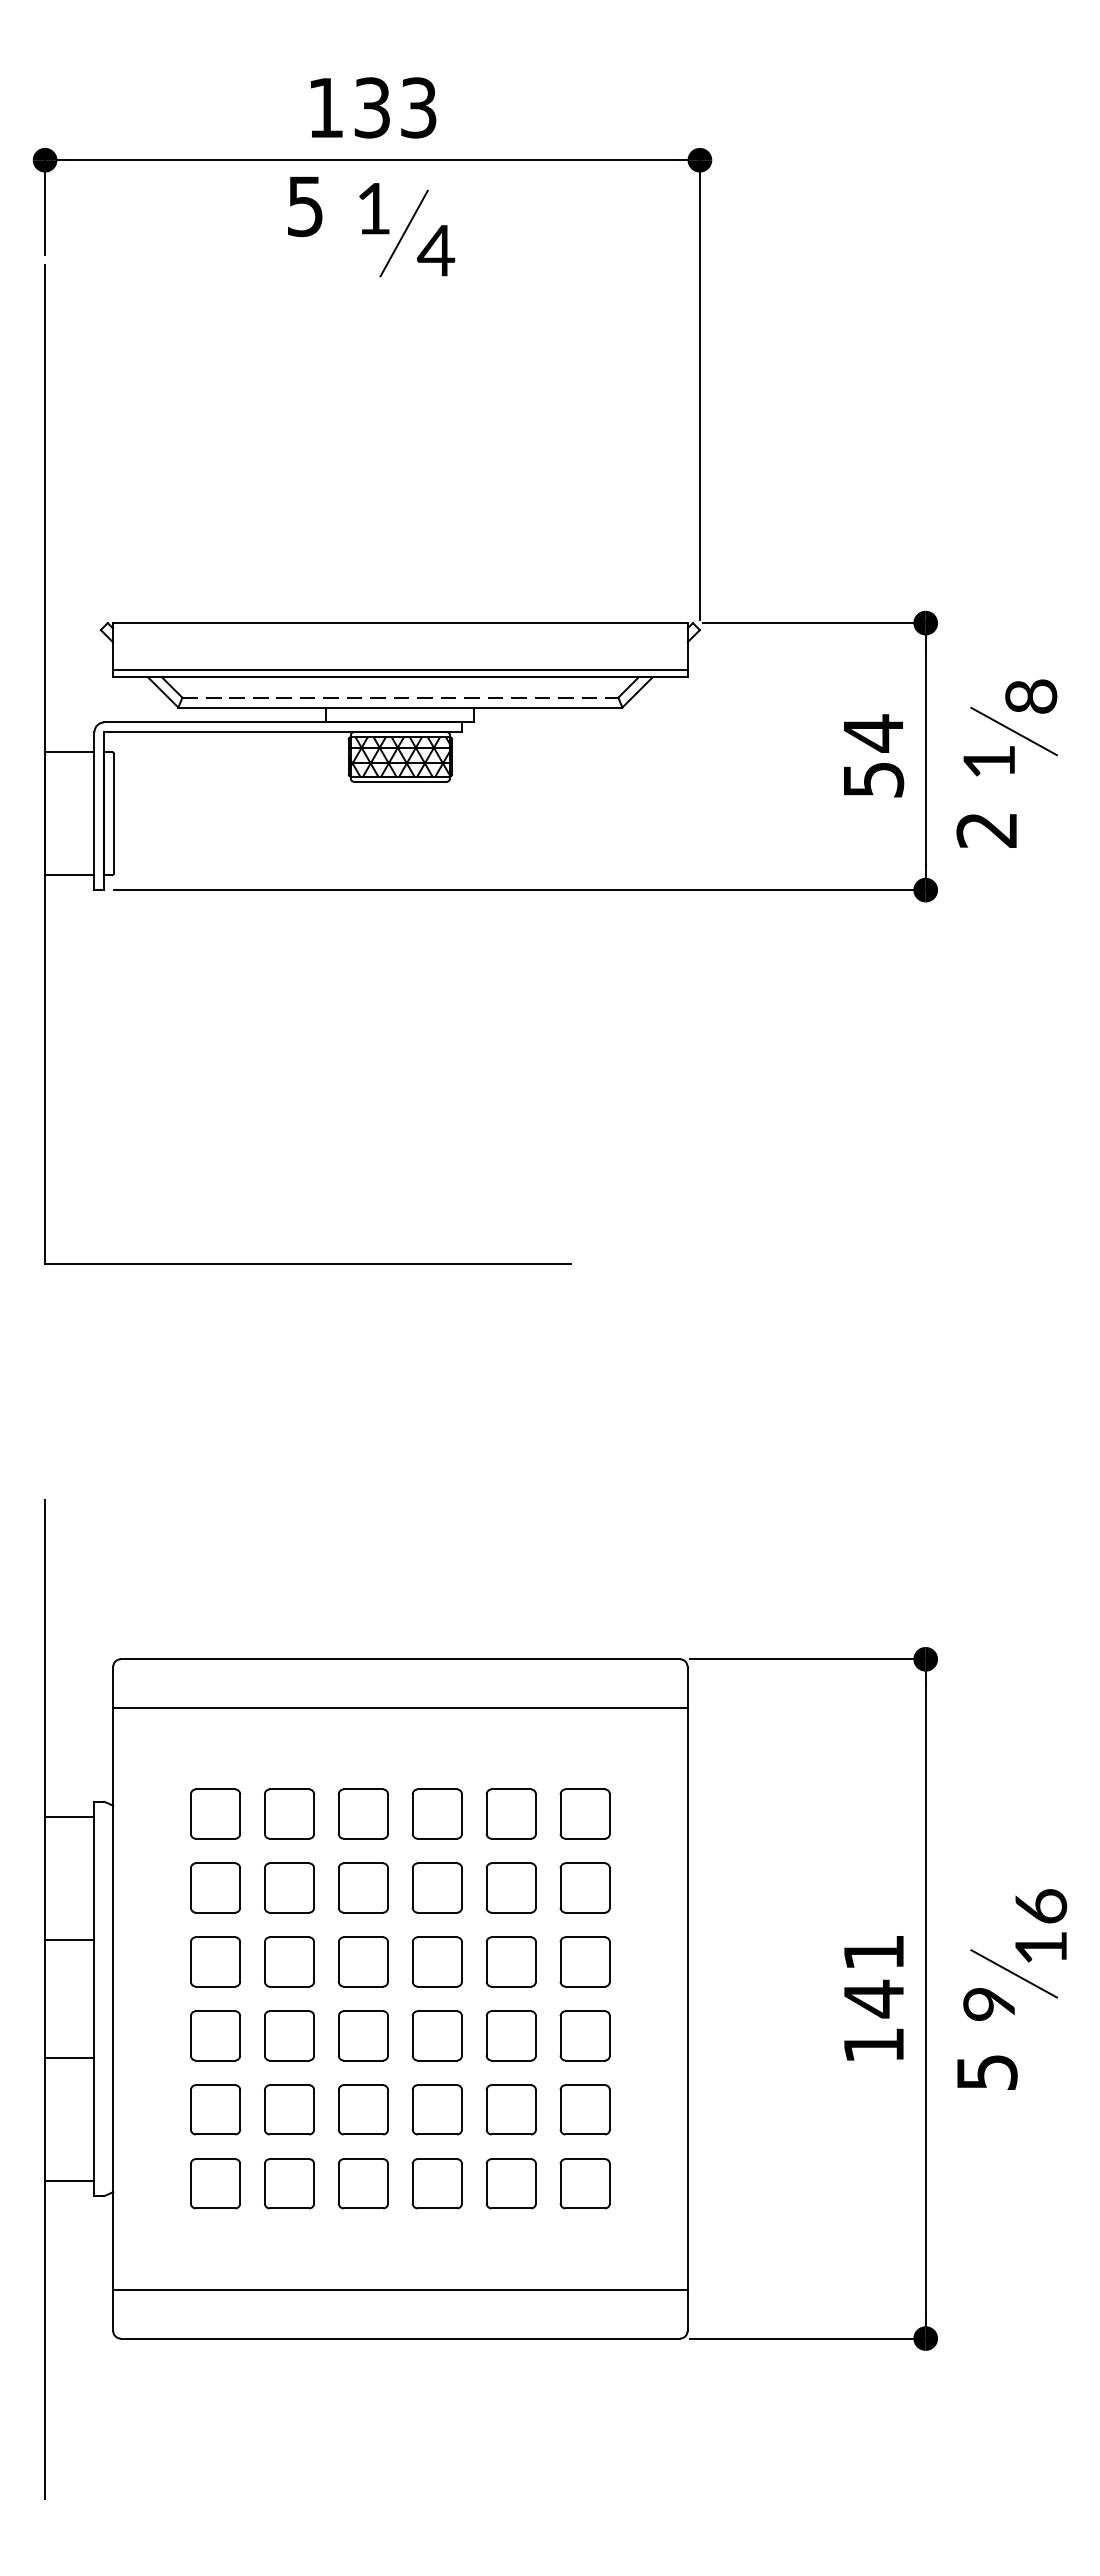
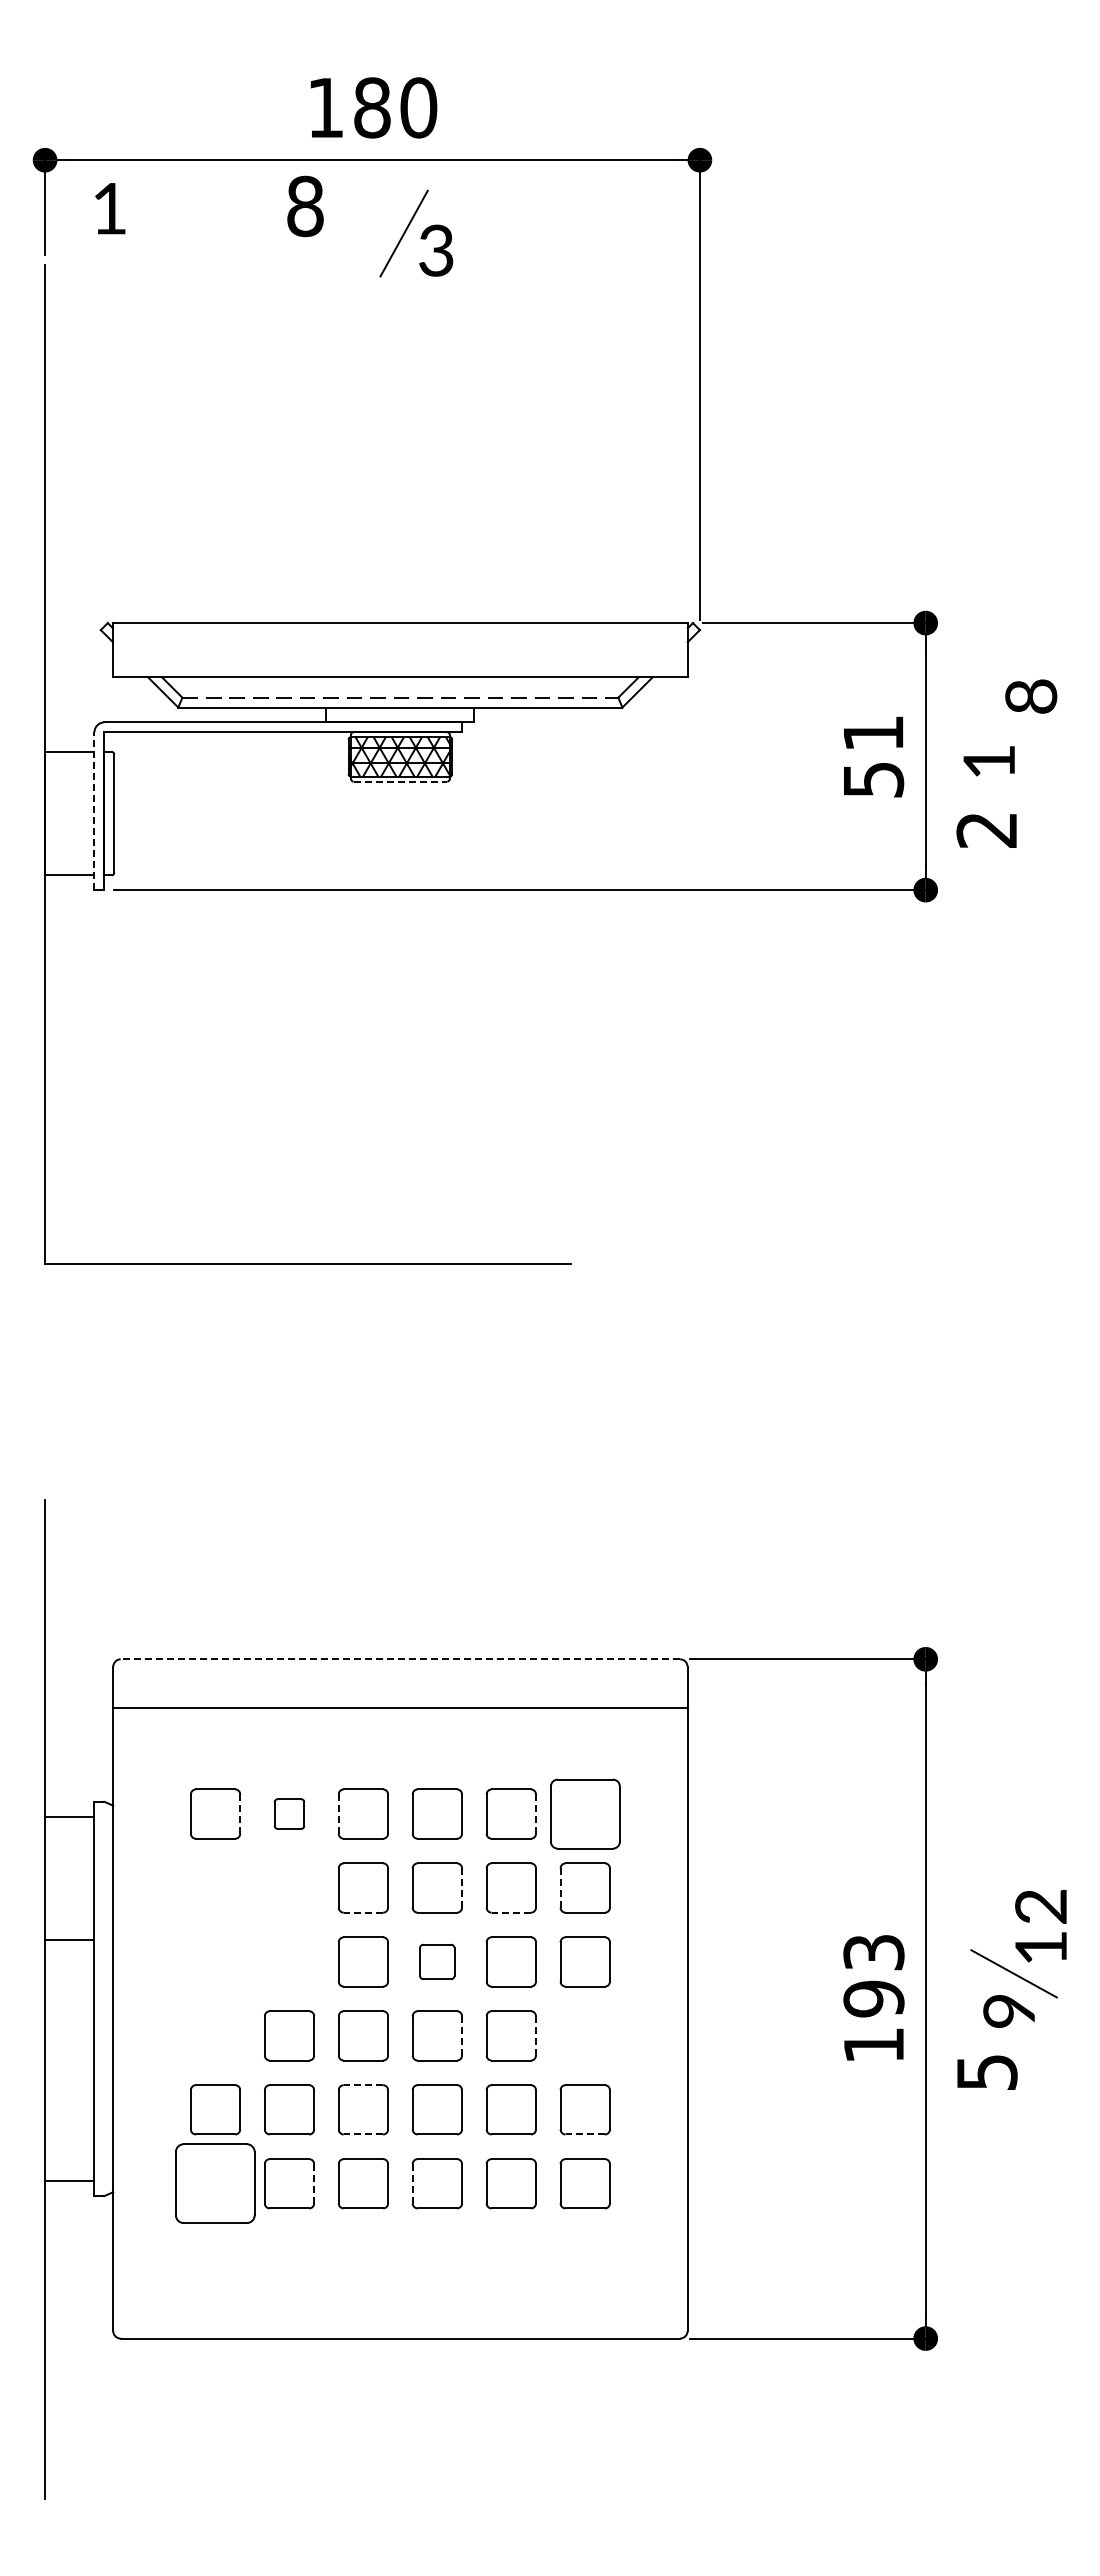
text at (395, 107): 133 -> 180
text at (305, 206): 5 -> 8
text at (374, 208) position: (374, 208) -> (110, 208)
text at (435, 250): 4 -> 3
line at (399, 670): present -> none
line at (1013, 731): present -> none
text at (873, 733): 54 -> 51
line at (400, 781): solid -> dashed
line at (94, 811): solid -> dashed
line at (400, 1659): solid -> dashed
part at (289, 1813) size: 51x52 px -> 33x32 px
part at (584, 1813) size: 52x52 px -> 71x72 px
line at (240, 1814): solid -> dashed
line at (338, 1814): solid -> dashed
line at (535, 1814): solid -> dashed
part at (215, 1887): present -> none
part at (289, 1887): present -> none
line at (462, 1888): solid -> dashed
line at (560, 1888): solid -> dashed
text at (1041, 1906): 16 -> 12
line at (363, 1912): solid -> dashed
line at (511, 1912): solid -> dashed
part at (215, 1961): present -> none
part at (289, 1961): present -> none
part at (436, 1961) size: 52x52 px -> 37x38 px
text at (873, 1976): 141 -> 193
text at (988, 2004) position: (988, 2004) -> (1008, 2011)
part at (215, 2035): present -> none
line at (462, 2035): solid -> dashed
line at (535, 2035): solid -> dashed
part at (584, 2035): present -> none
line at (69, 2058): present -> none
line at (363, 2085): solid -> dashed
line at (363, 2134): solid -> dashed
line at (585, 2134): solid -> dashed
part at (215, 2183) size: 52x52 px -> 81x81 px
line at (314, 2183): solid -> dashed
line at (412, 2183): solid -> dashed
line at (400, 2289): present -> none
